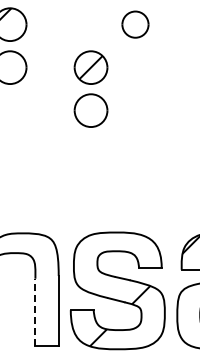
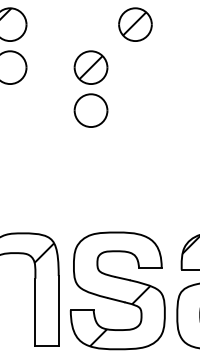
part at (135, 24) size: 29x29 px -> 35x35 px
hatch at (44, 252): none -> present
line at (35, 312): dashed -> solid
